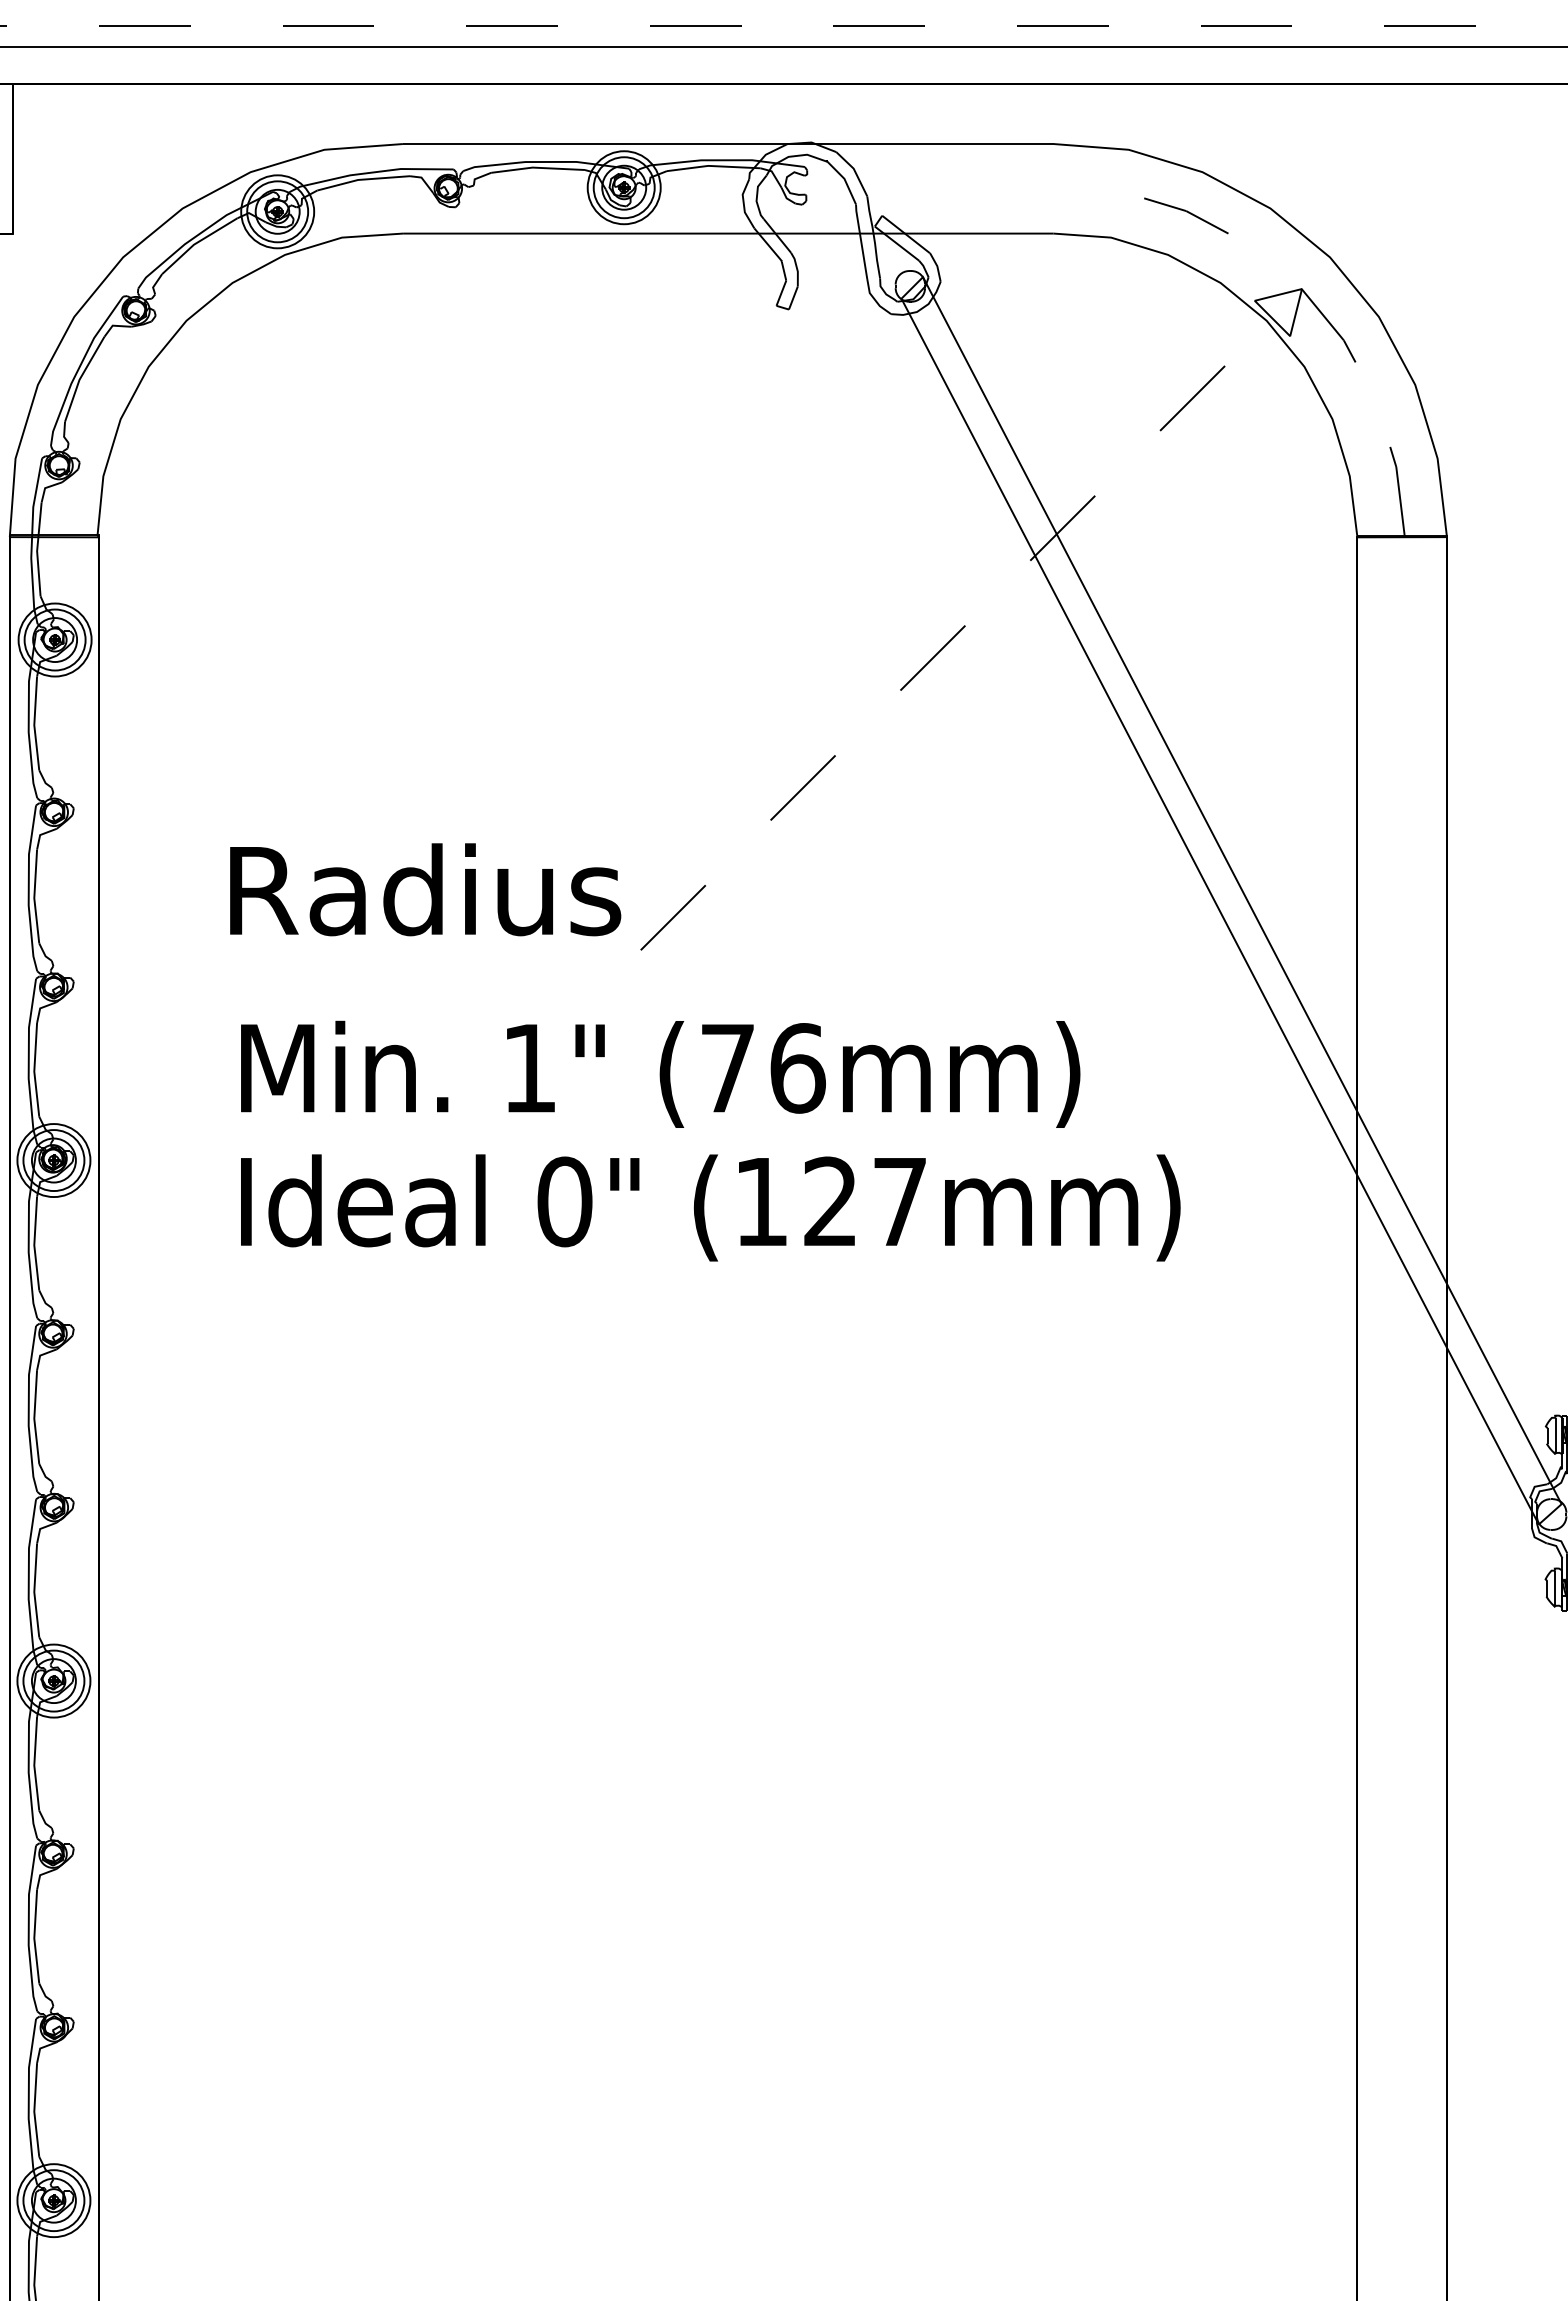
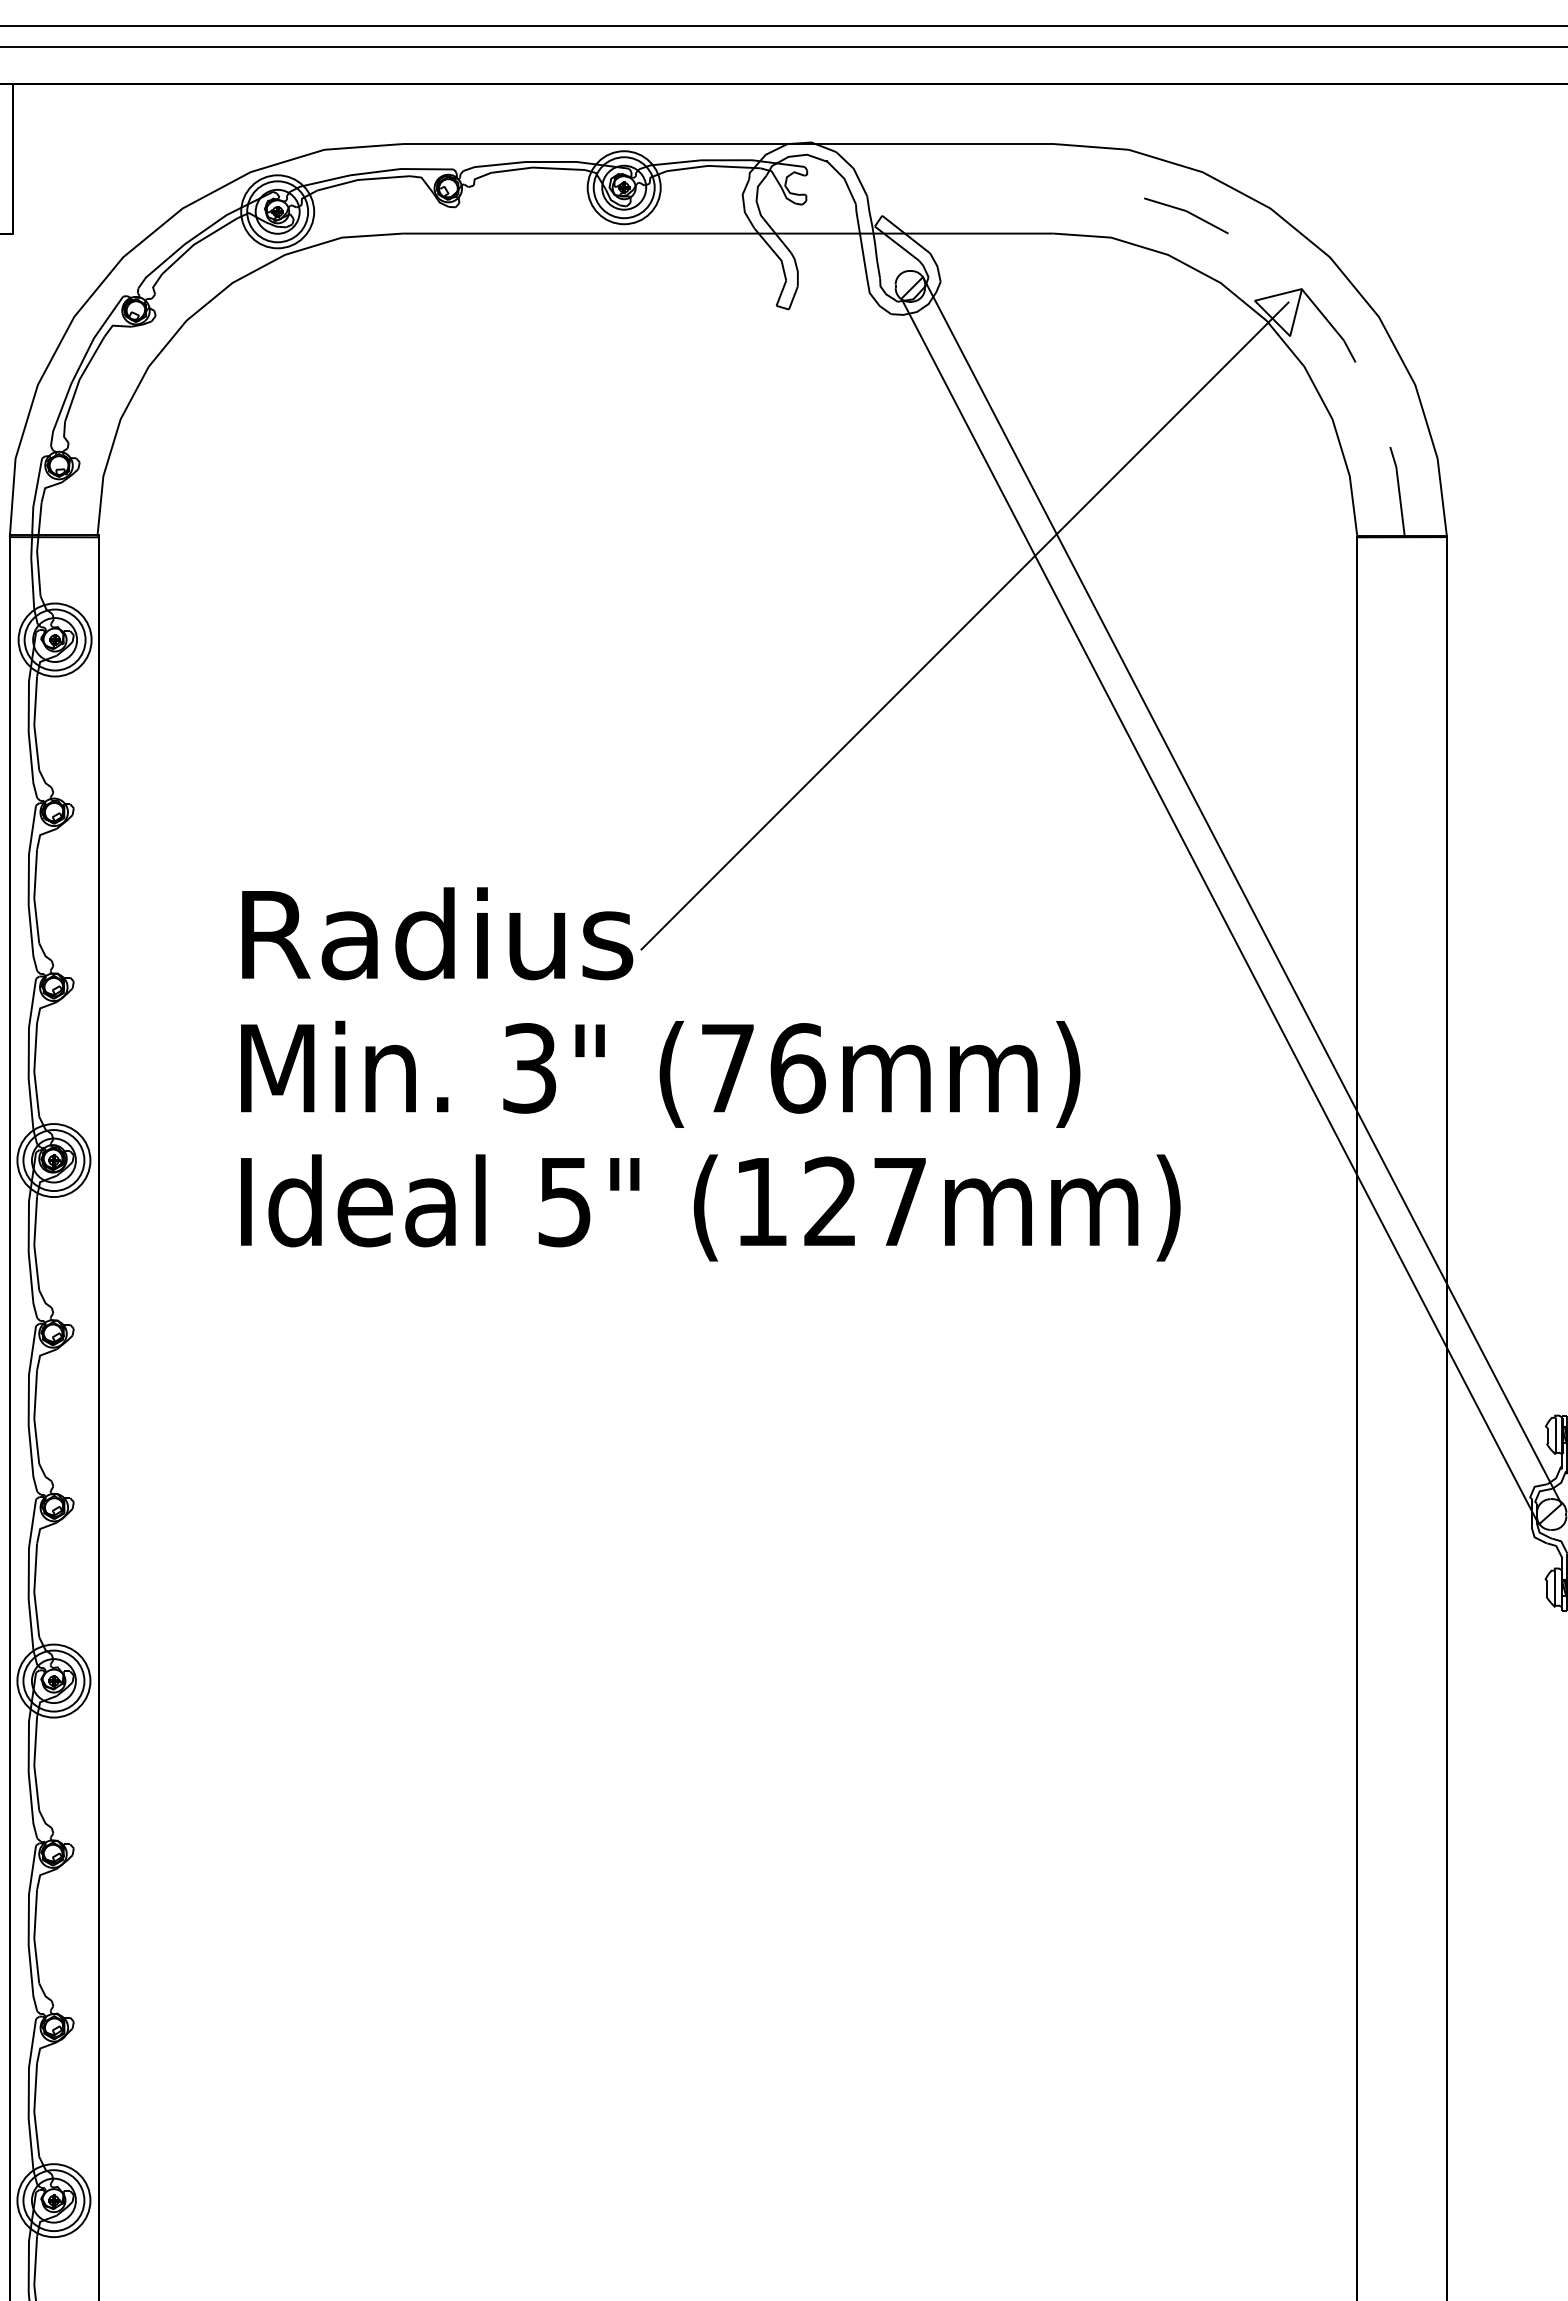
line at (784, 26): dashed -> solid
line at (965, 626): dashed -> solid
text at (425, 889) position: (425, 889) -> (437, 933)
text at (529, 1068): 1" -> 3"
text at (564, 1201): 0" -> 5"
